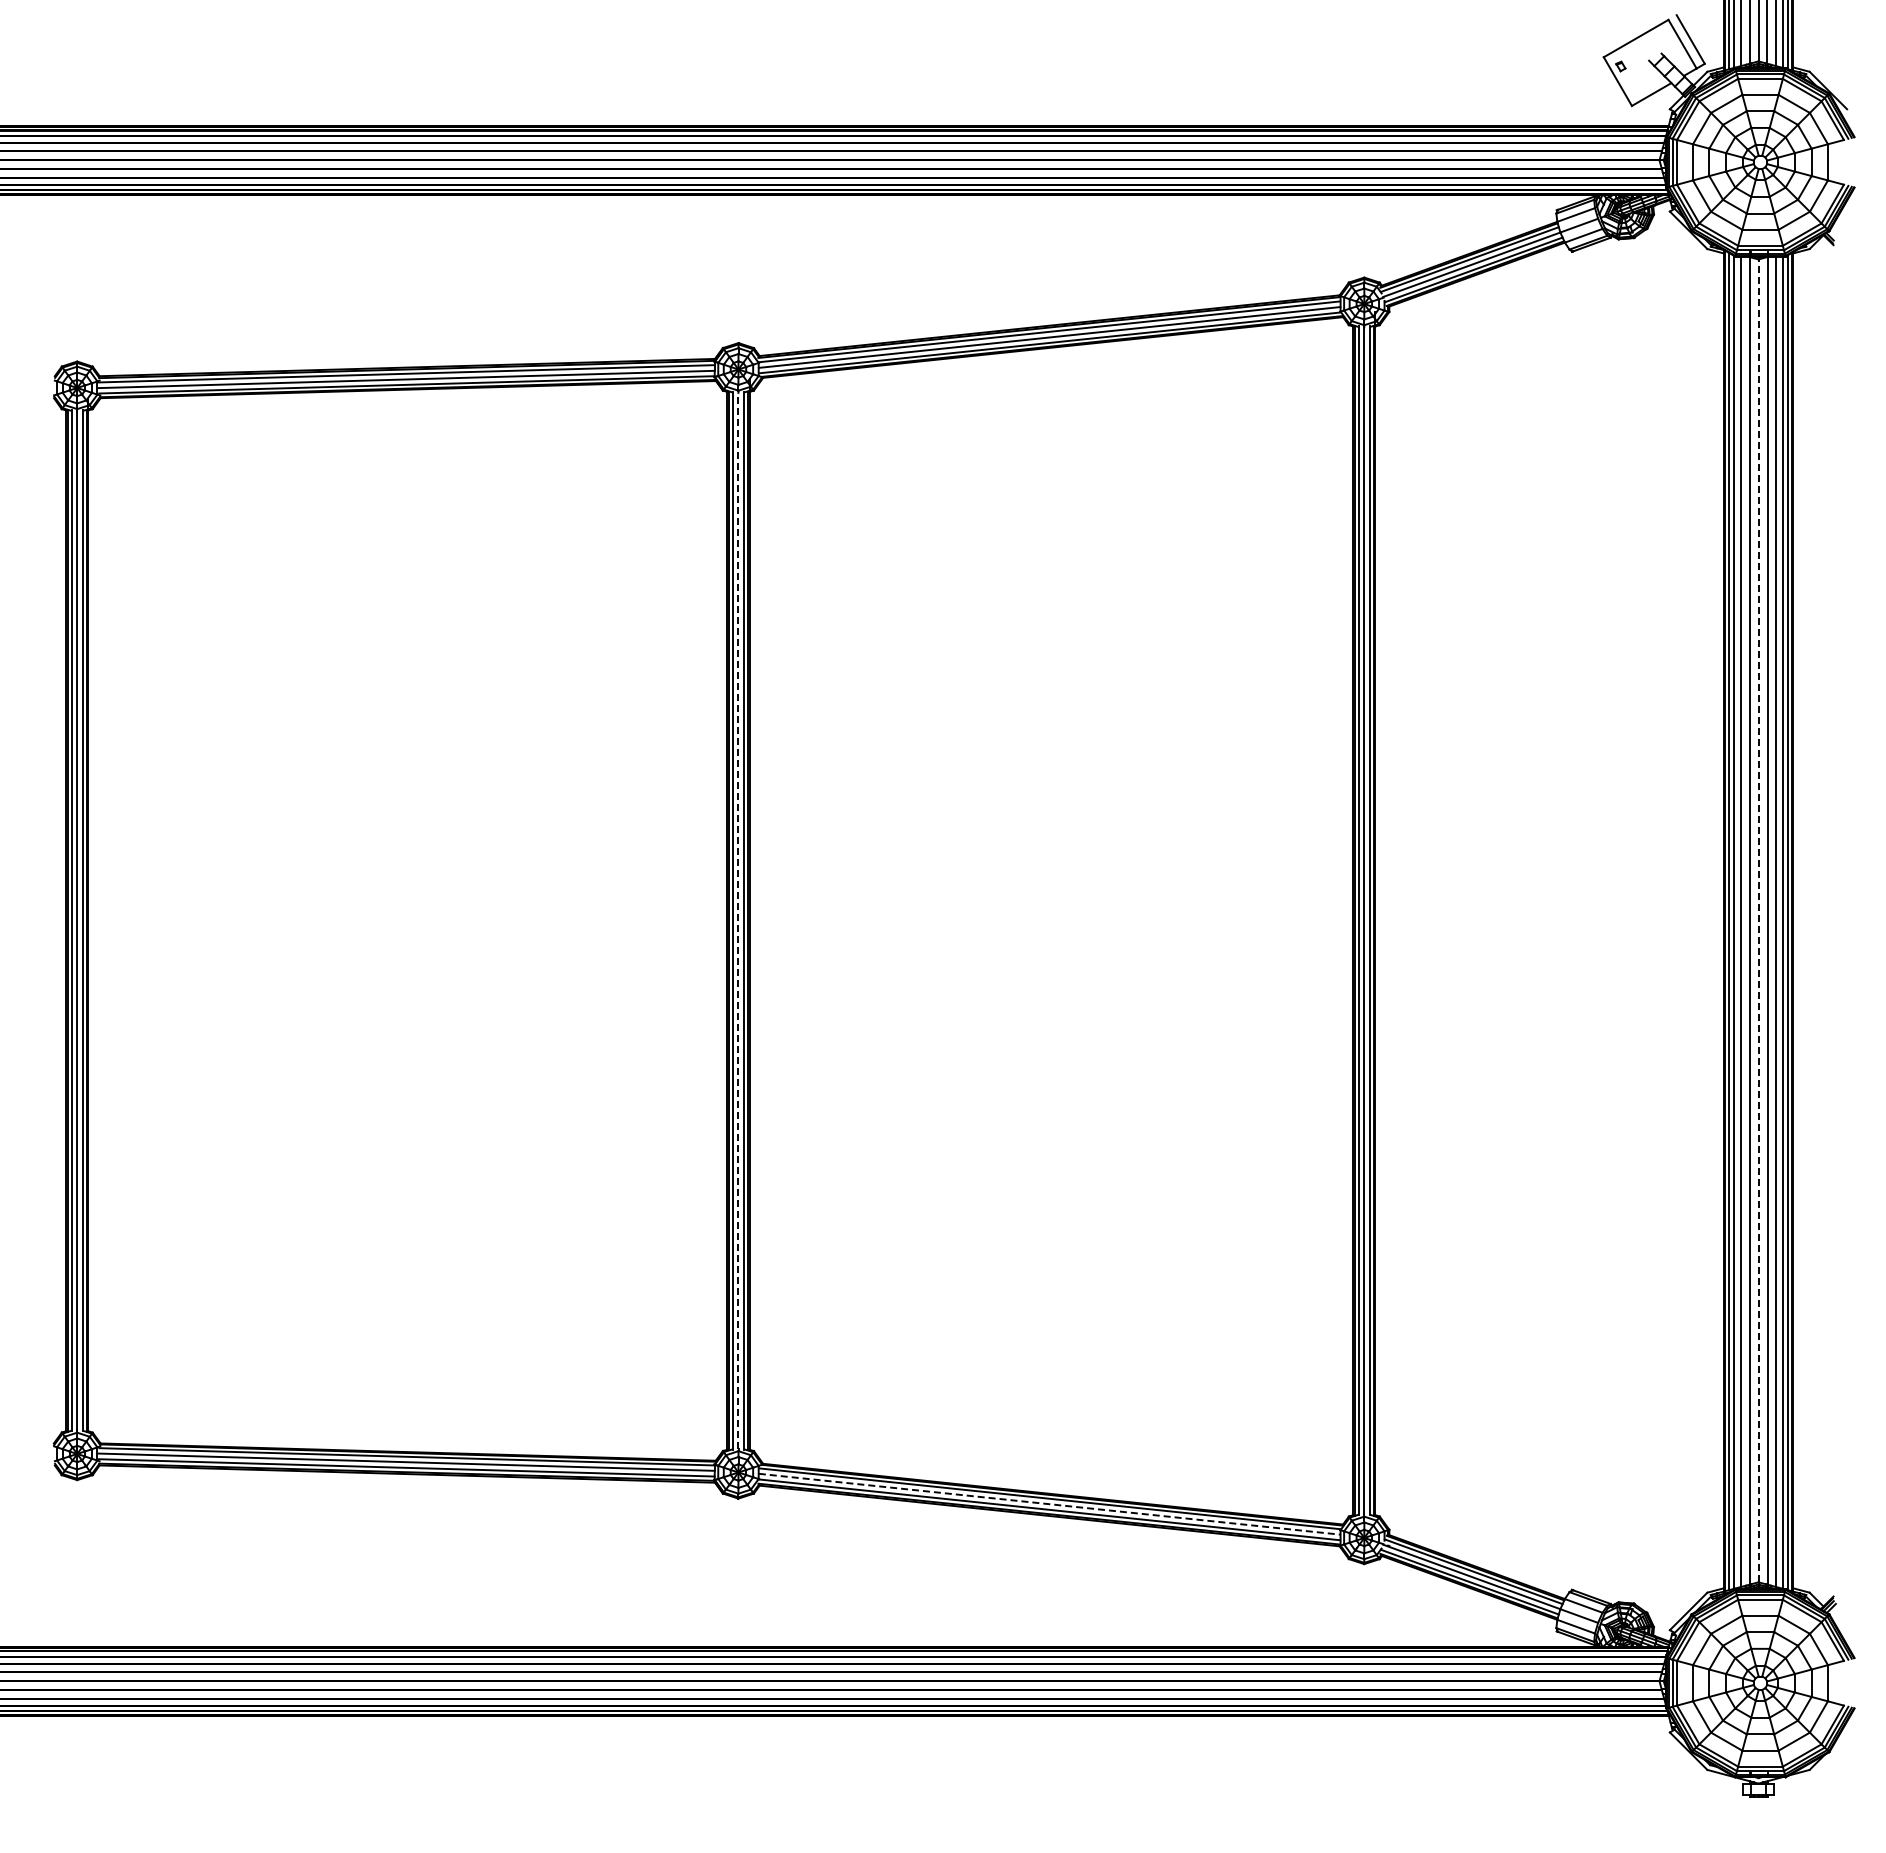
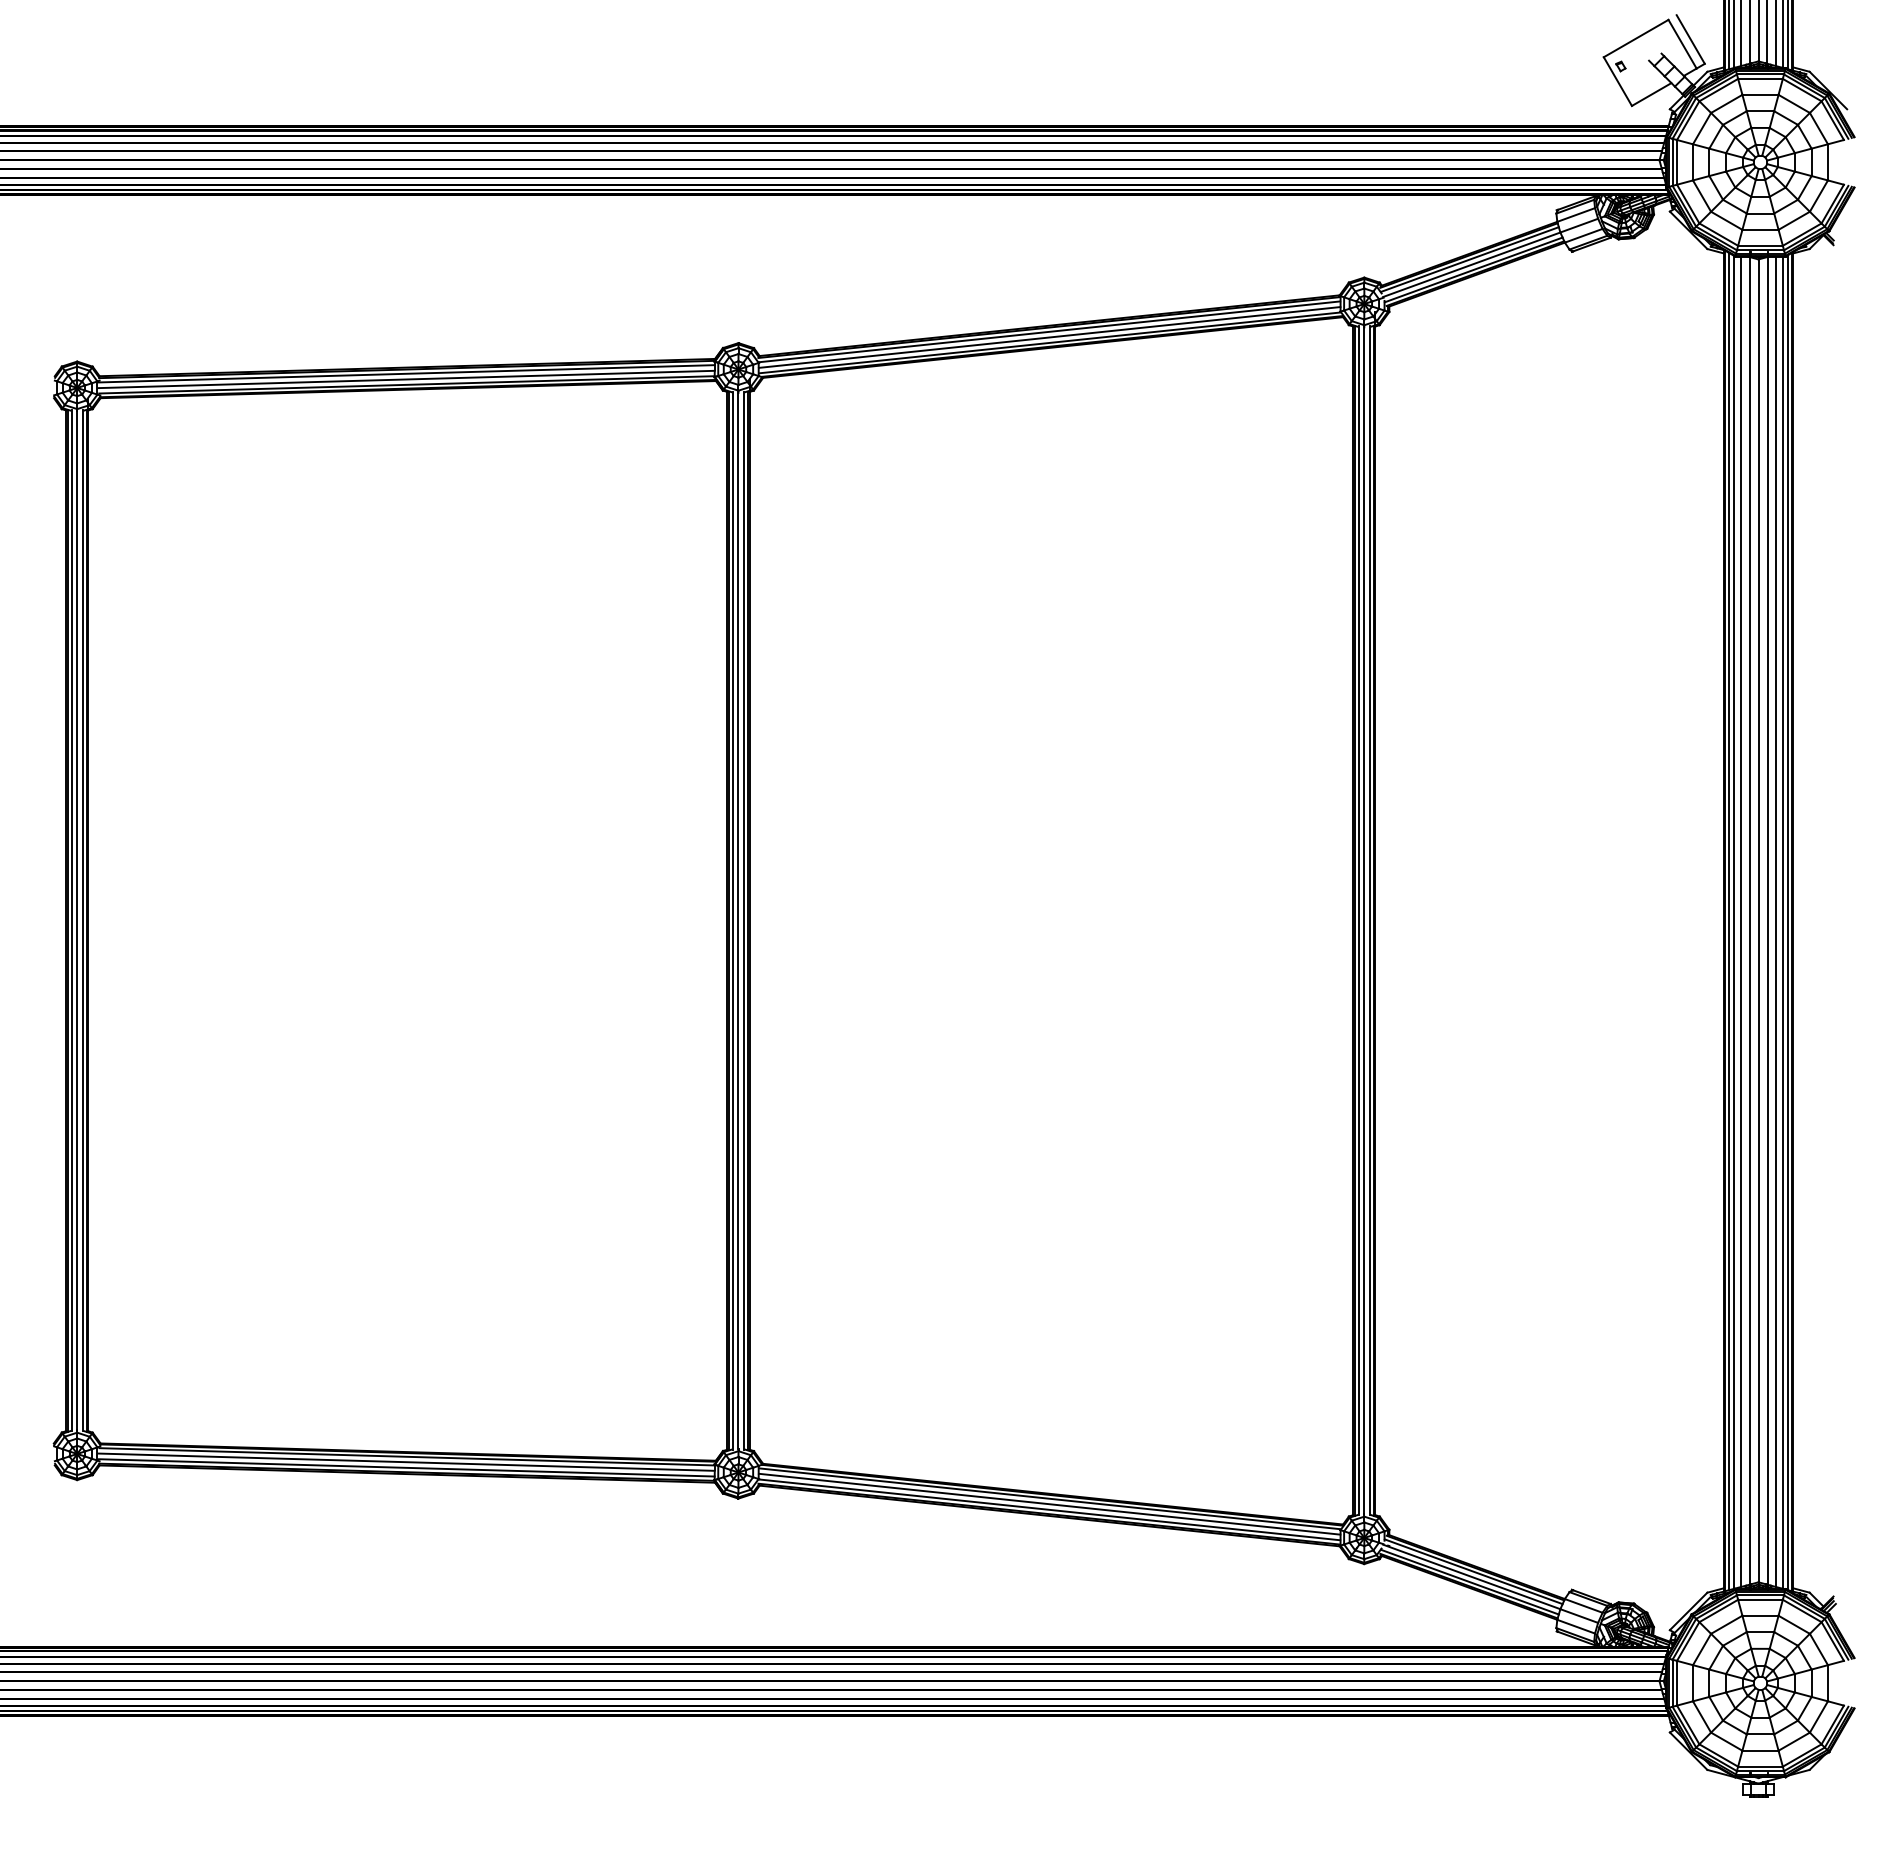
line at (738, 920): dashed -> solid
line at (1758, 920): dashed -> solid
line at (1050, 1504): dashed -> solid
